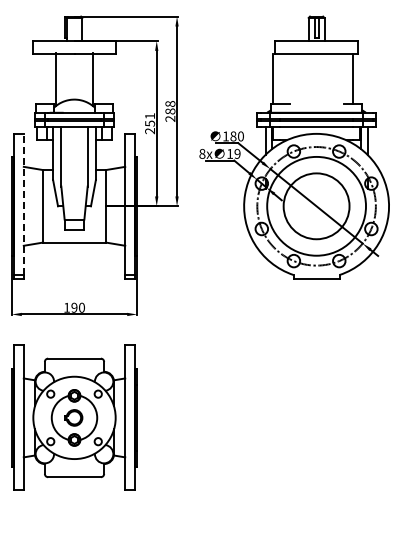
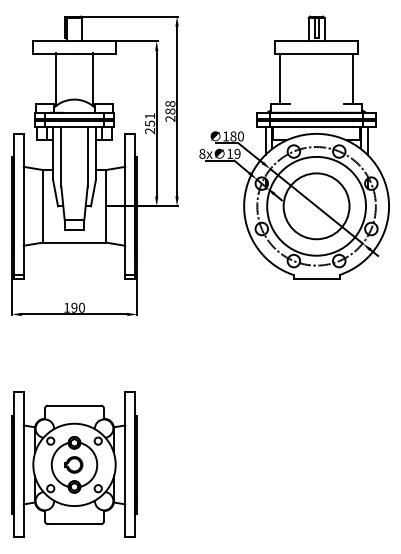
line at (273, 79) position: (273, 79) -> (280, 79)
line at (23, 204): dashed -> solid
part at (74, 417) position: (74, 417) -> (74, 464)
